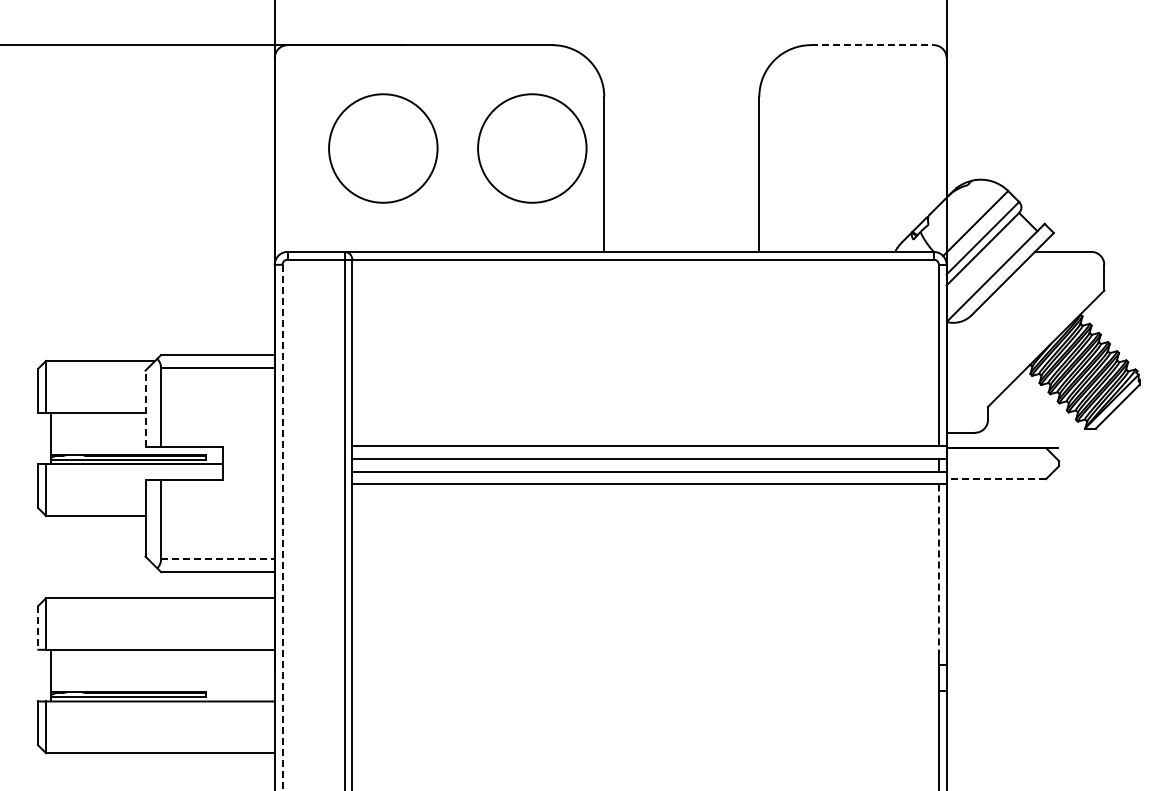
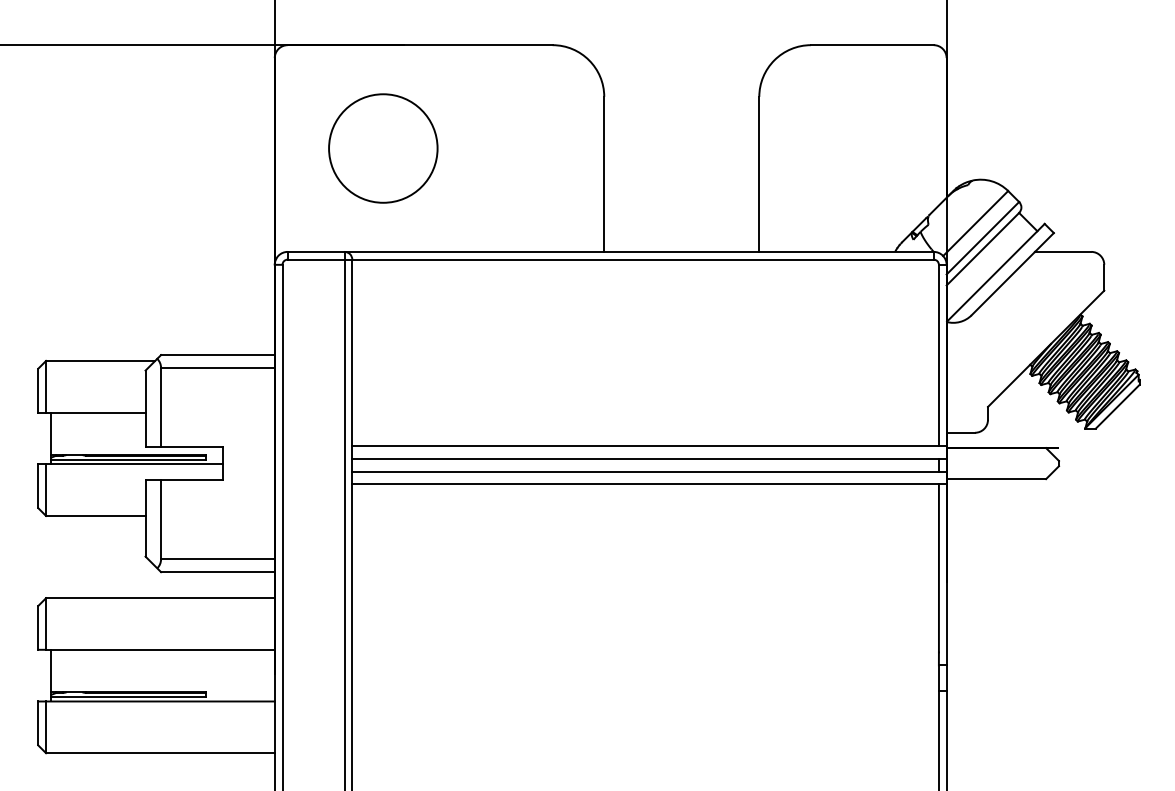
line at (872, 45): dashed -> solid
circle at (532, 148): present -> none
line at (145, 408): dashed -> solid
line at (996, 479): dashed -> solid
line at (282, 527): dashed -> solid
line at (217, 559): dashed -> solid
line at (938, 568): dashed -> solid
line at (38, 627): dashed -> solid
